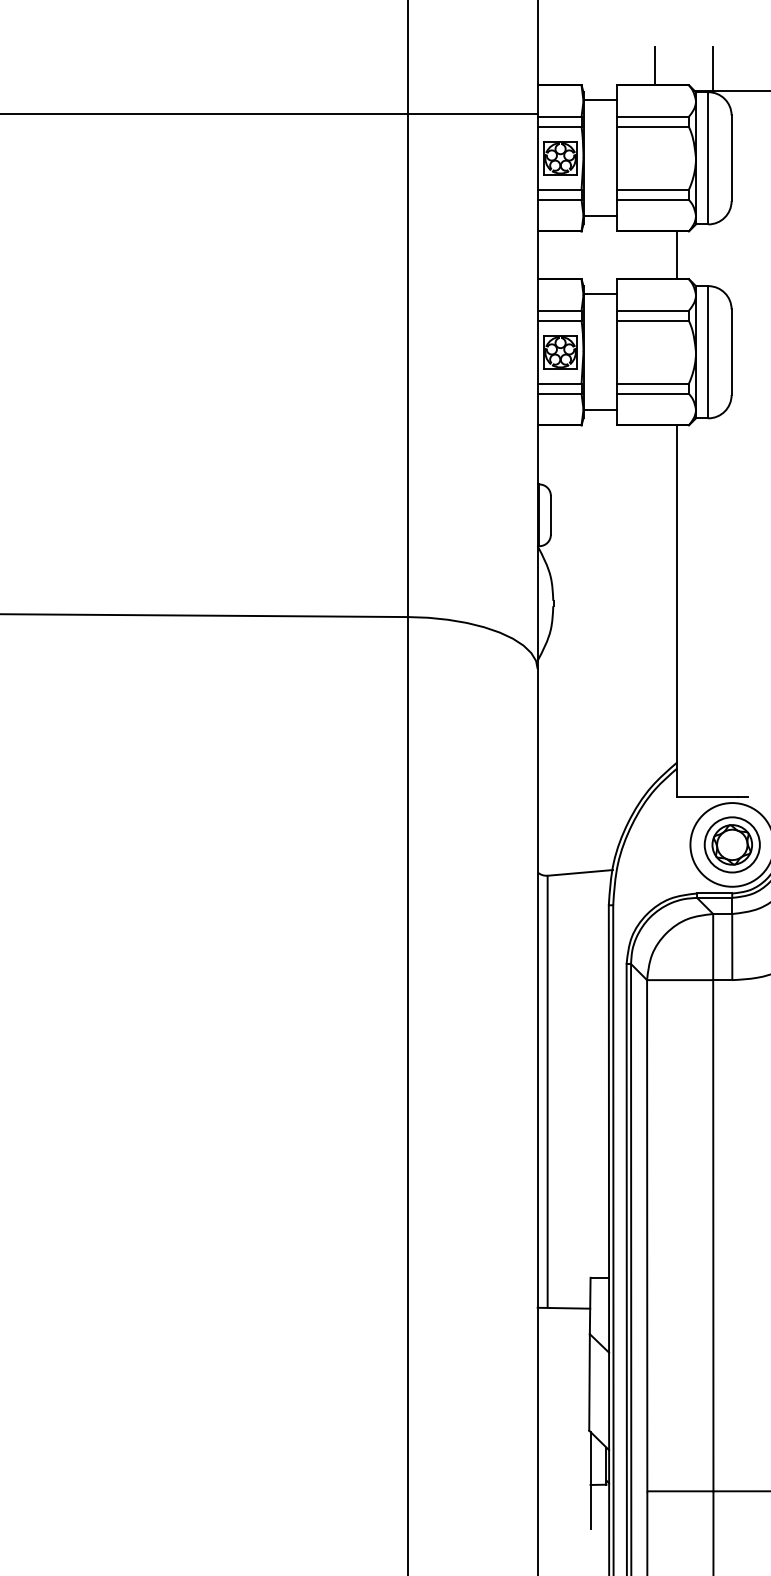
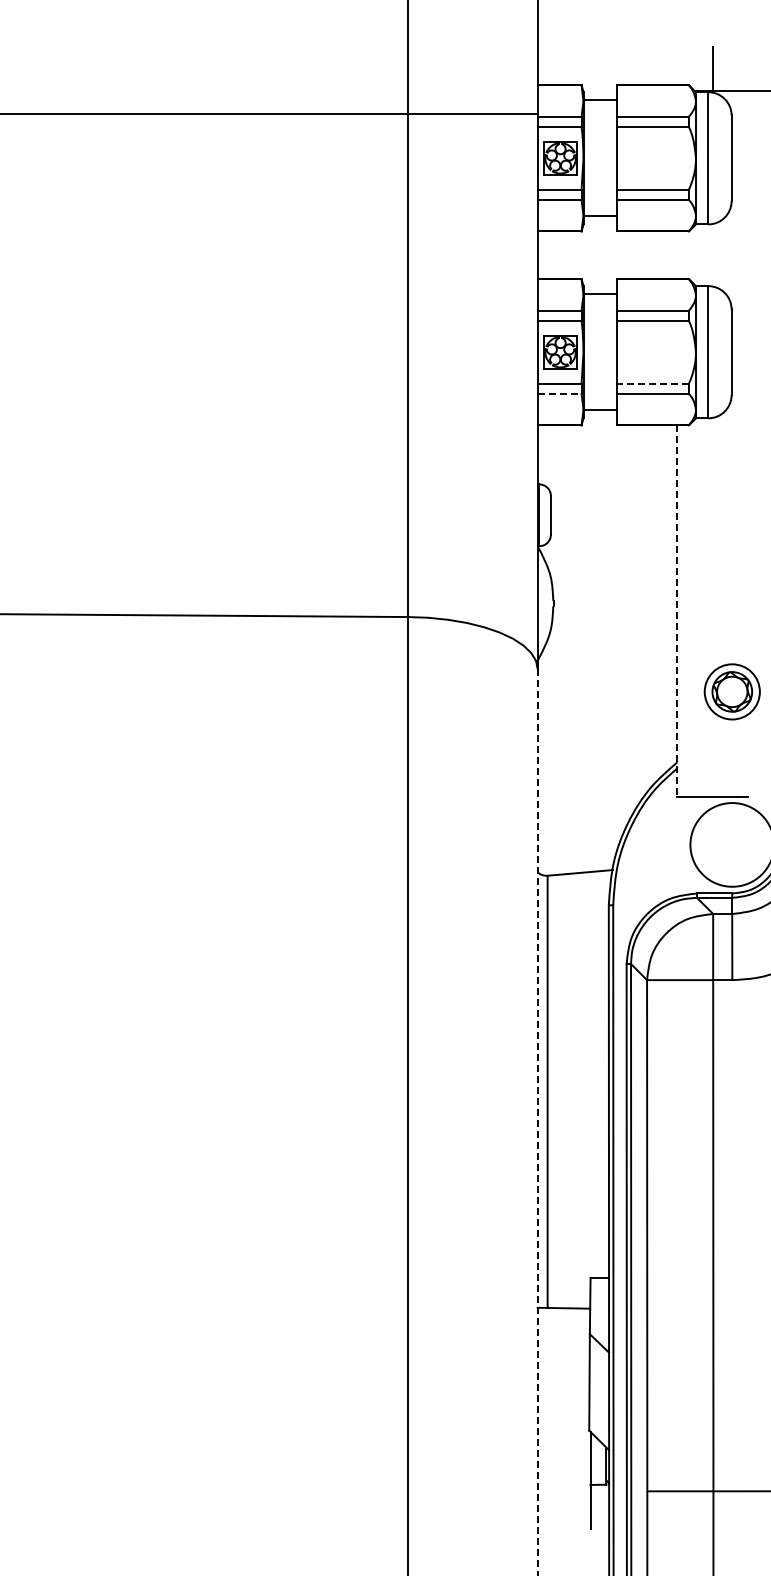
line at (655, 66): present -> none
line at (677, 255): present -> none
line at (652, 383): solid -> dashed
line at (559, 393): solid -> dashed
line at (677, 610): solid -> dashed
part at (731, 844) position: (731, 844) -> (731, 691)
line at (537, 1123): solid -> dashed
